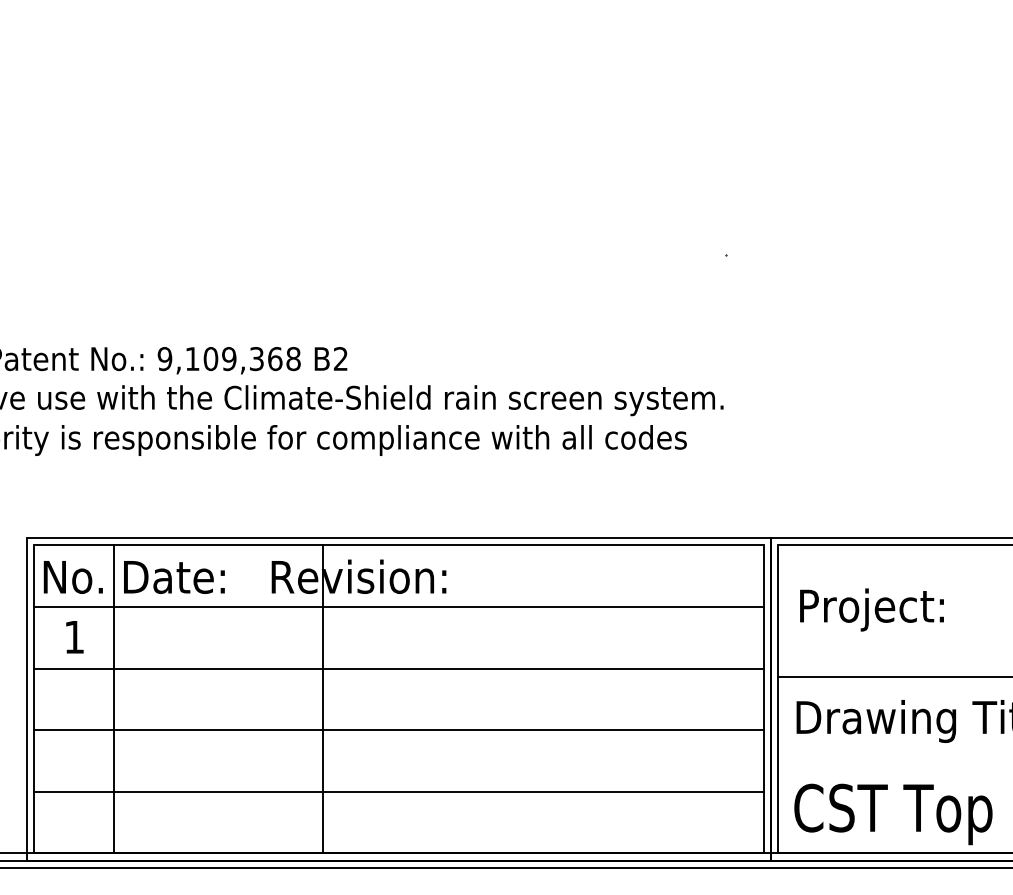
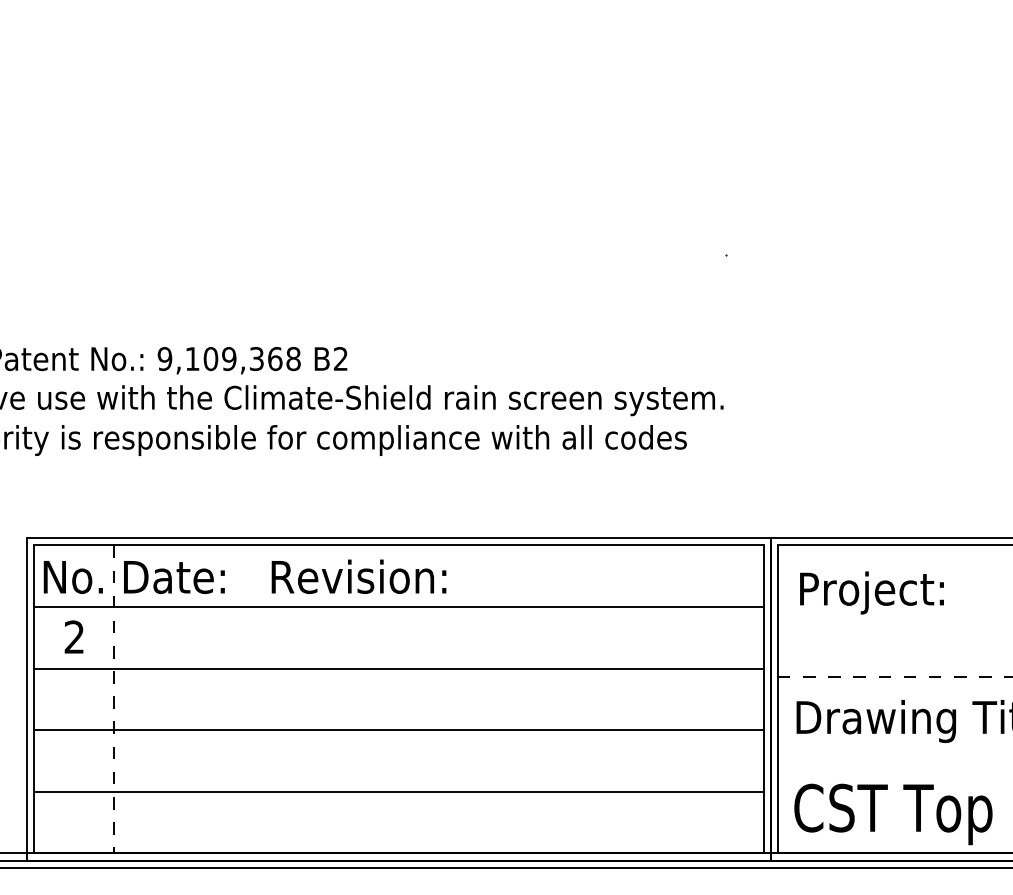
text at (871, 609) position: (871, 609) -> (871, 592)
text at (73, 636): 1 -> 2
line at (895, 677): solid -> dashed
line at (114, 699): solid -> dashed
line at (322, 699): present -> none
